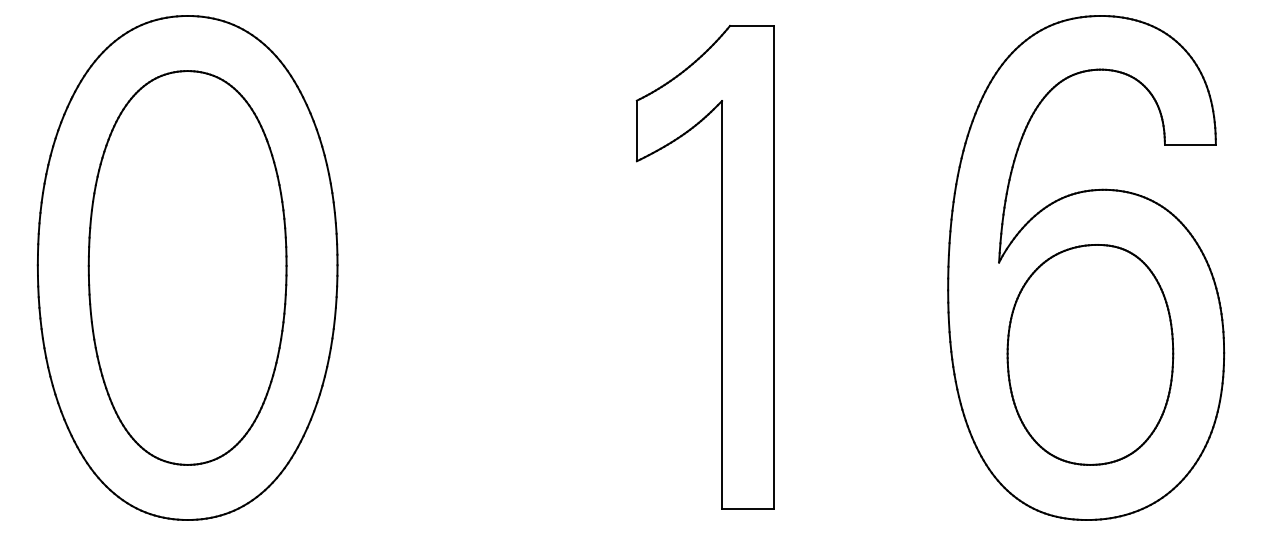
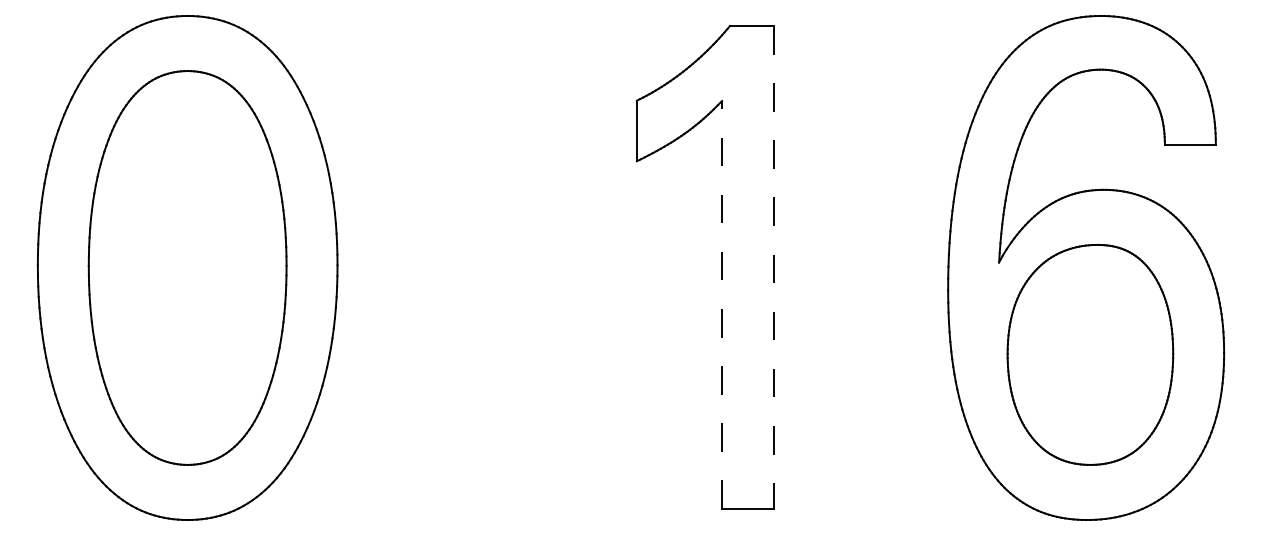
line at (774, 267): solid -> dashed
line at (722, 305): solid -> dashed
